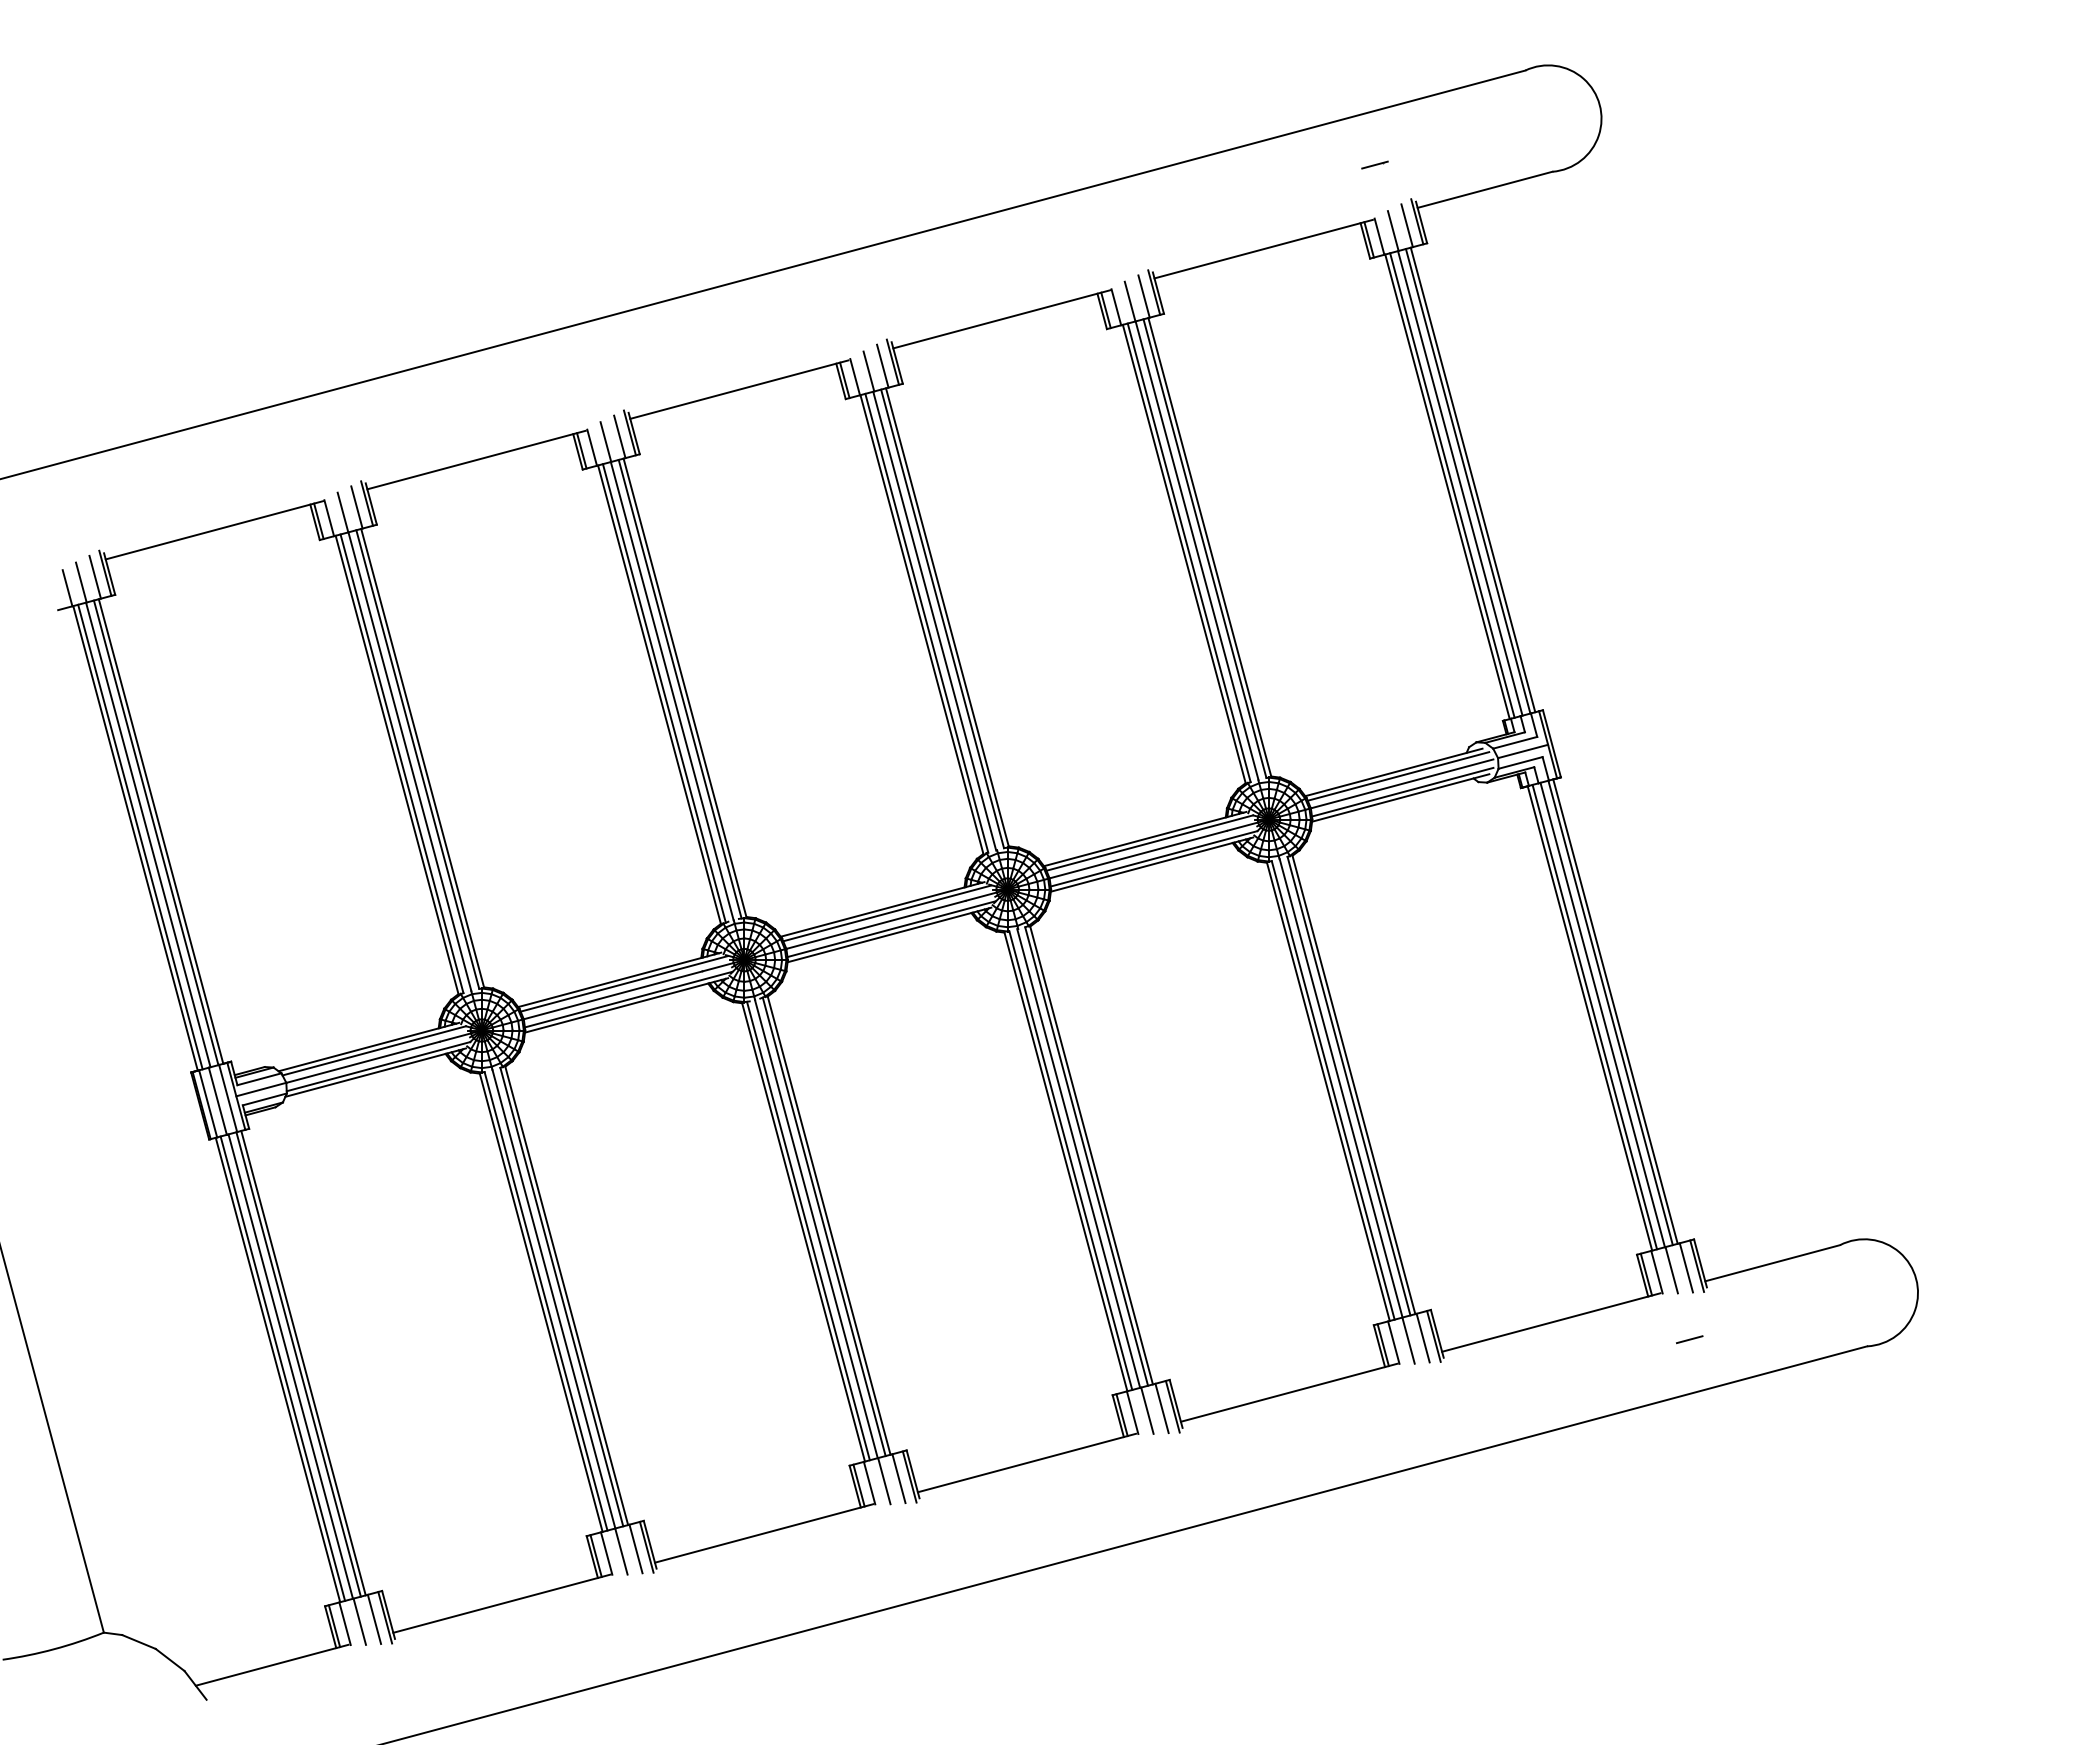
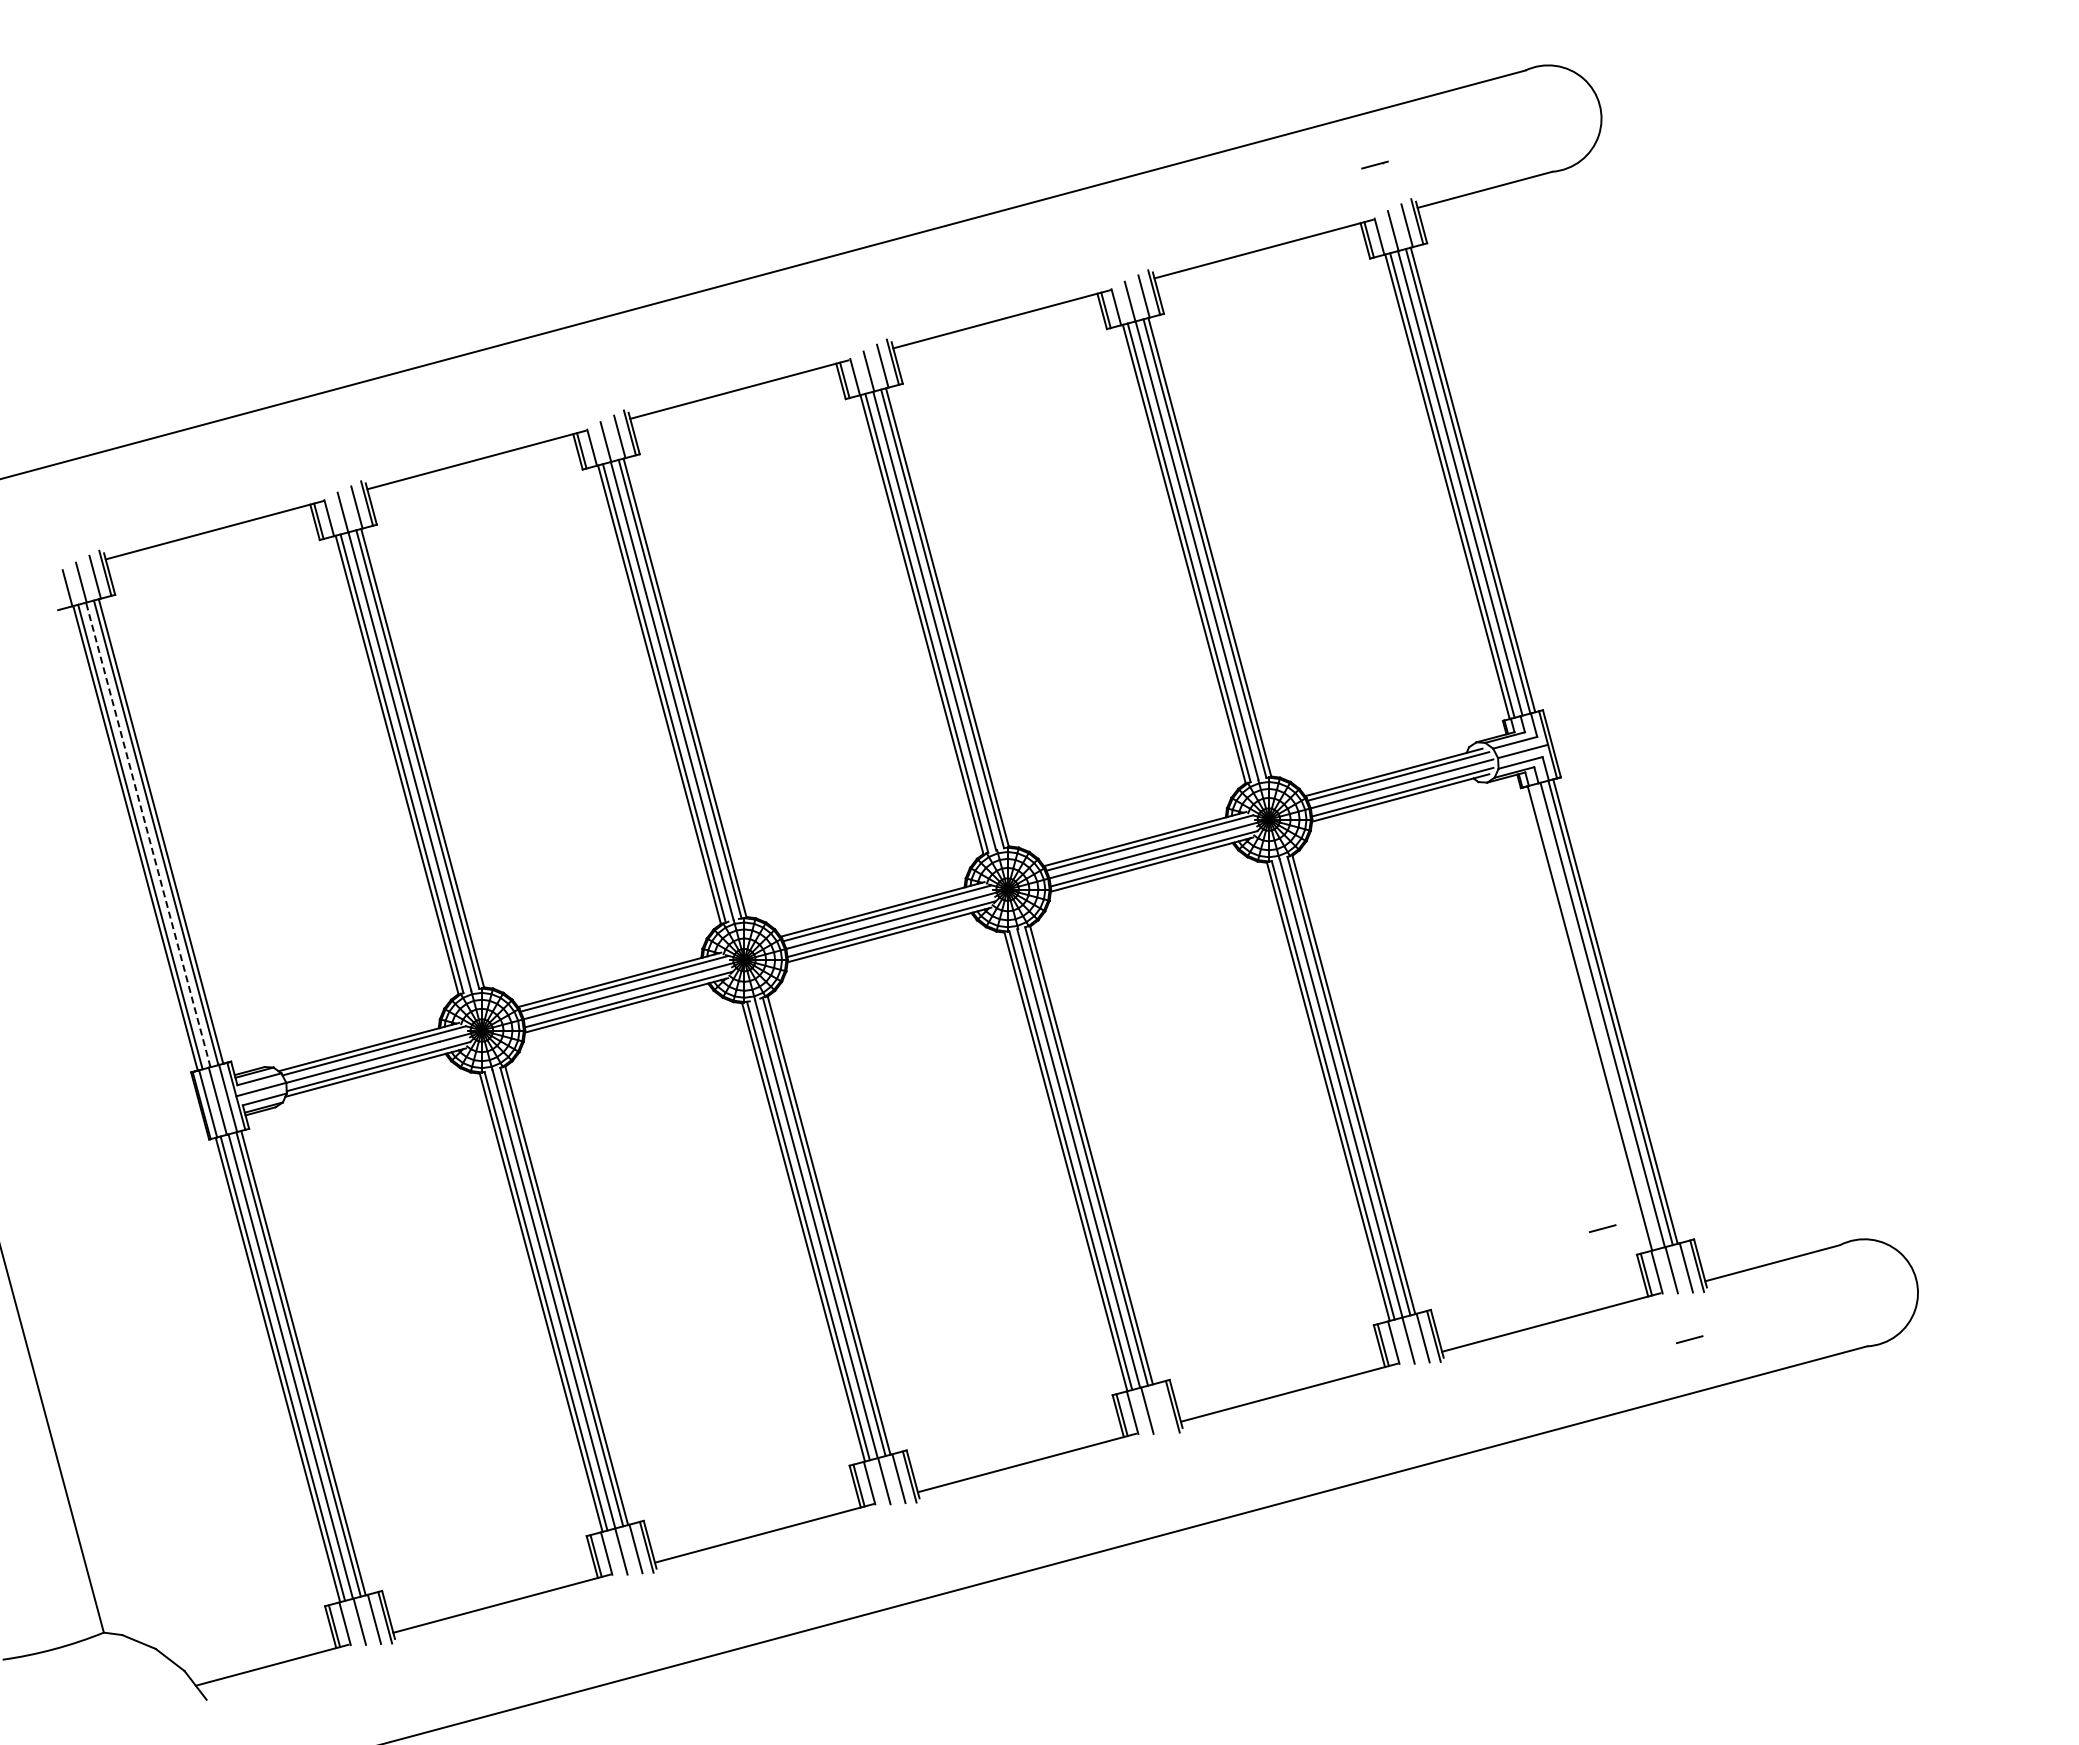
line at (148, 834): solid -> dashed
line at (1594, 1016): present -> none
line at (1602, 1228): none -> present
line at (1161, 1408): present -> none
